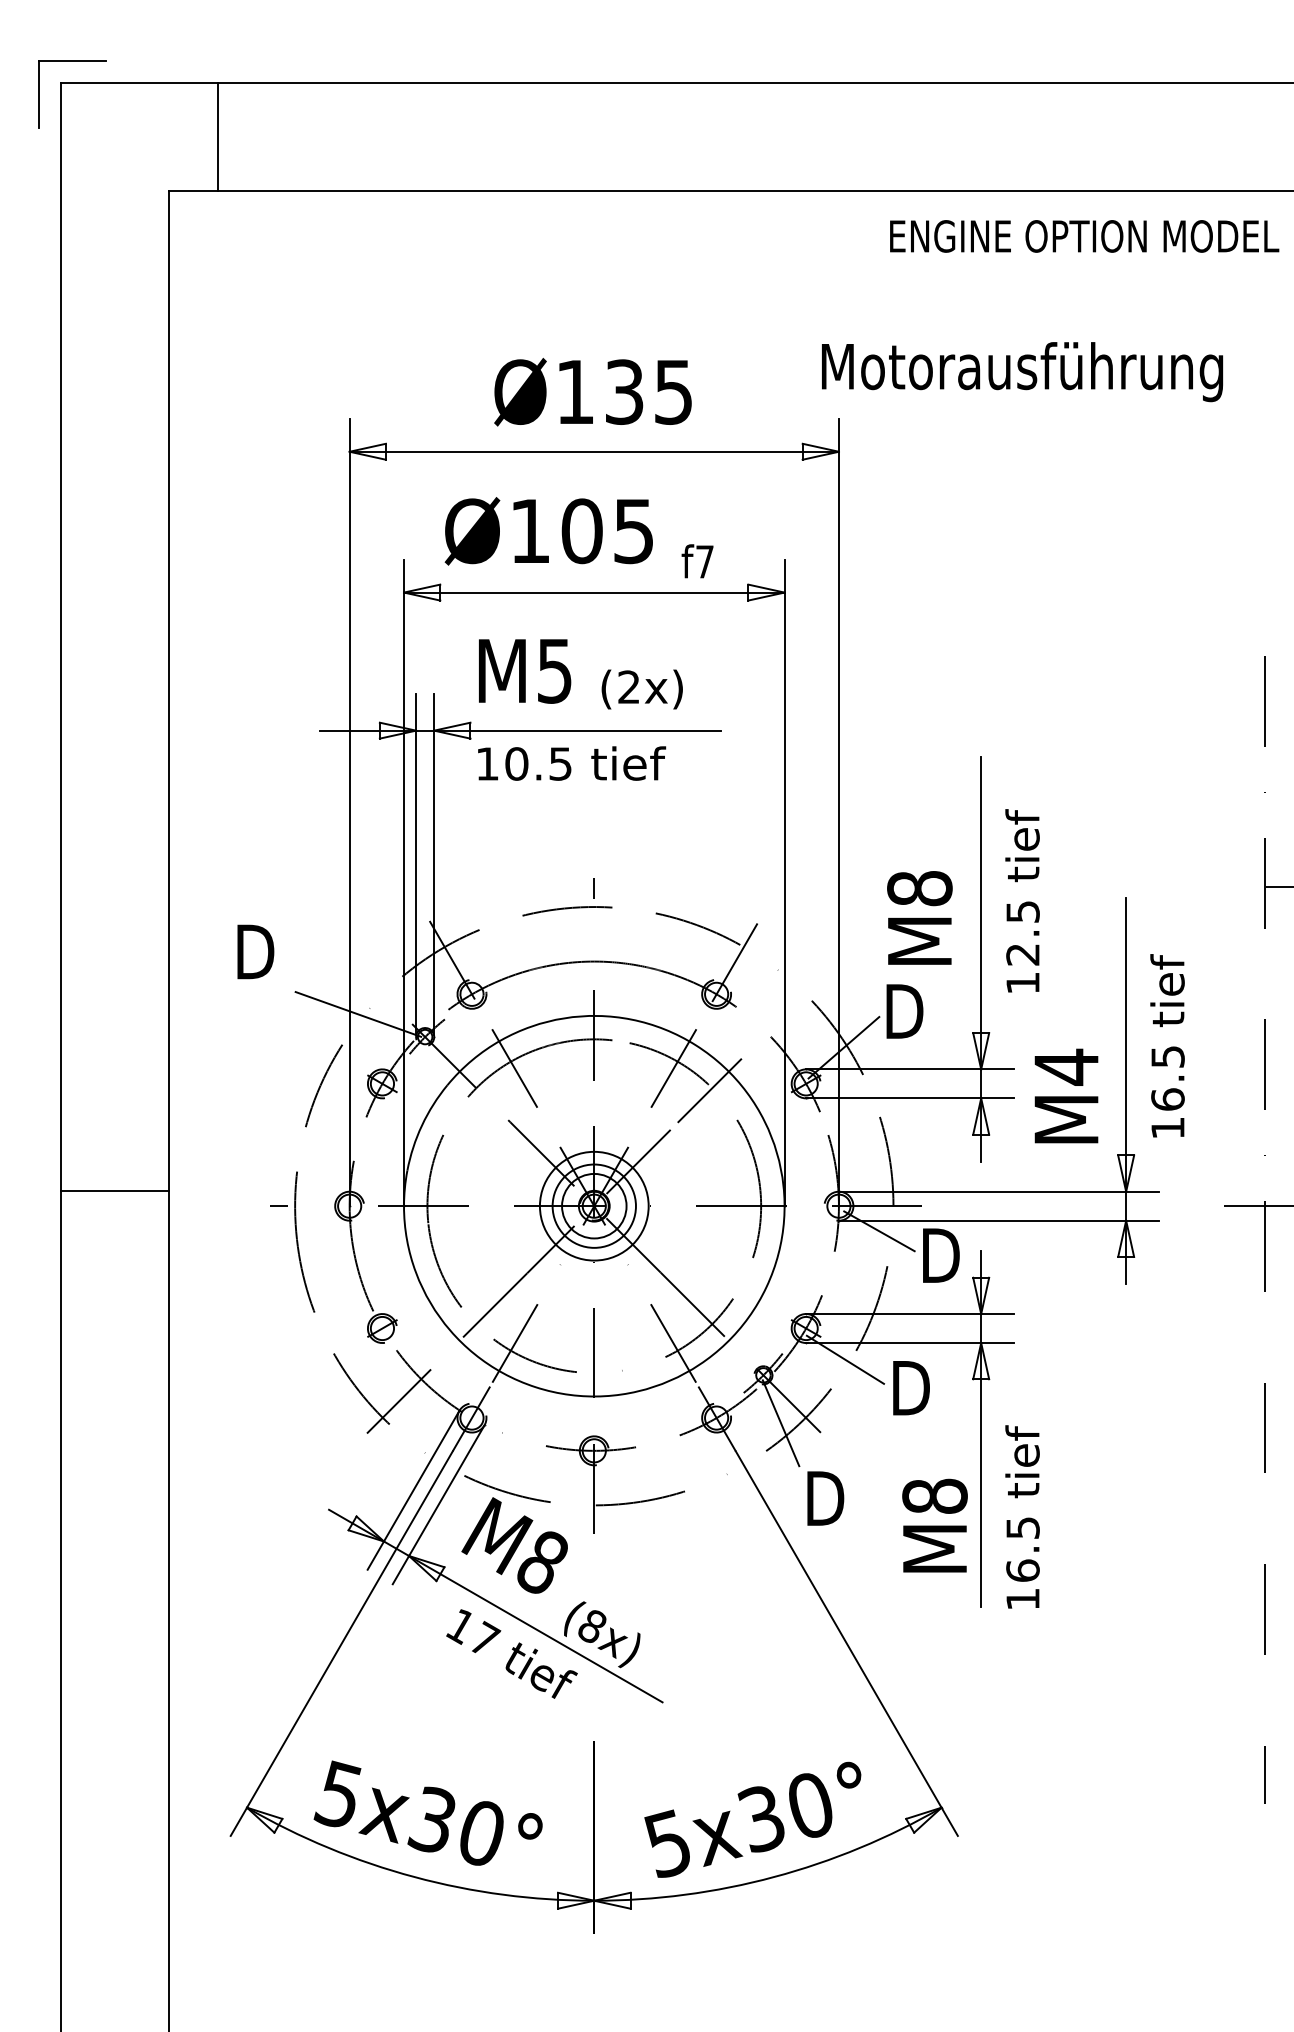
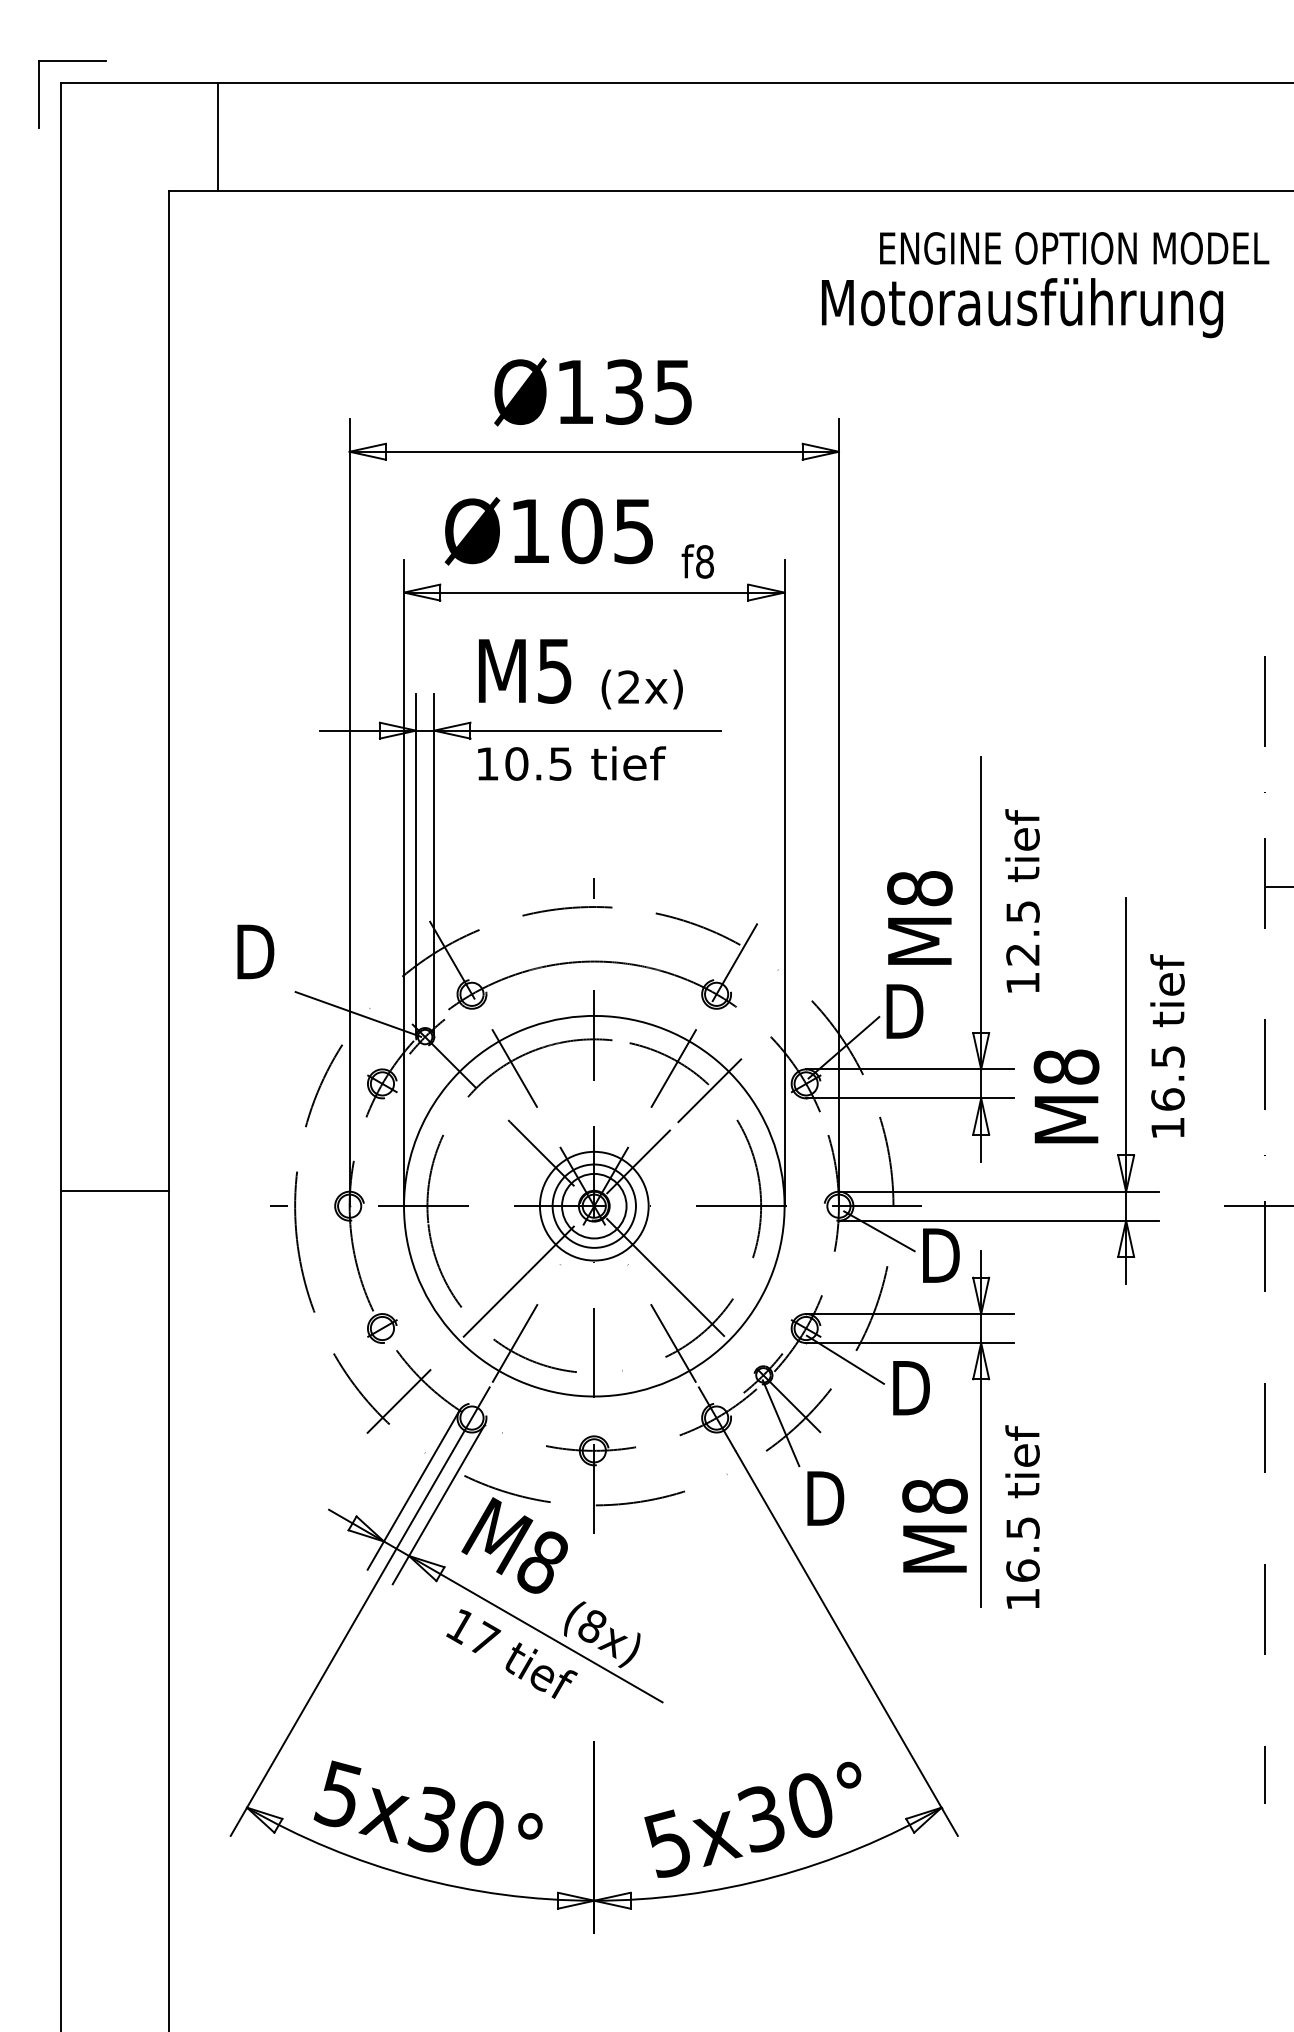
text at (1084, 236) position: (1084, 236) -> (1074, 248)
text at (1022, 372) position: (1022, 372) -> (1022, 308)
text at (704, 561): f7 -> f8
text at (1066, 1066): M4 -> M8
